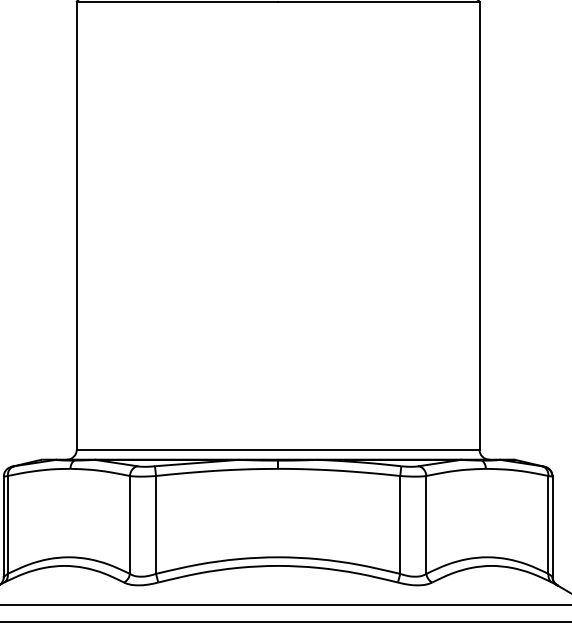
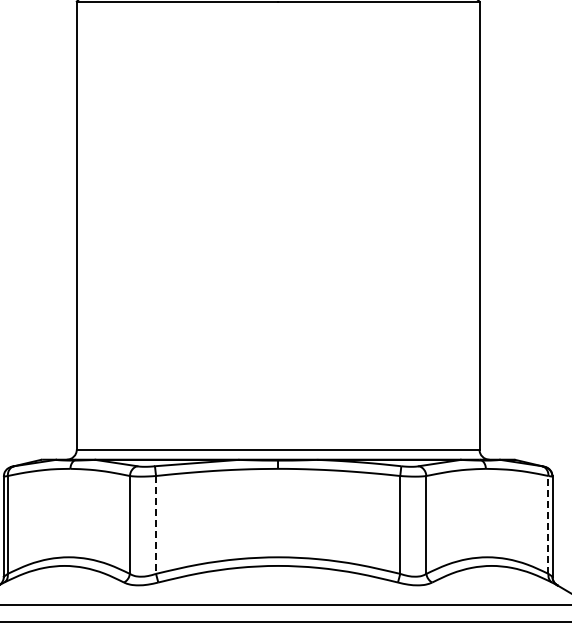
line at (156, 524): solid -> dashed
line at (548, 524): solid -> dashed
